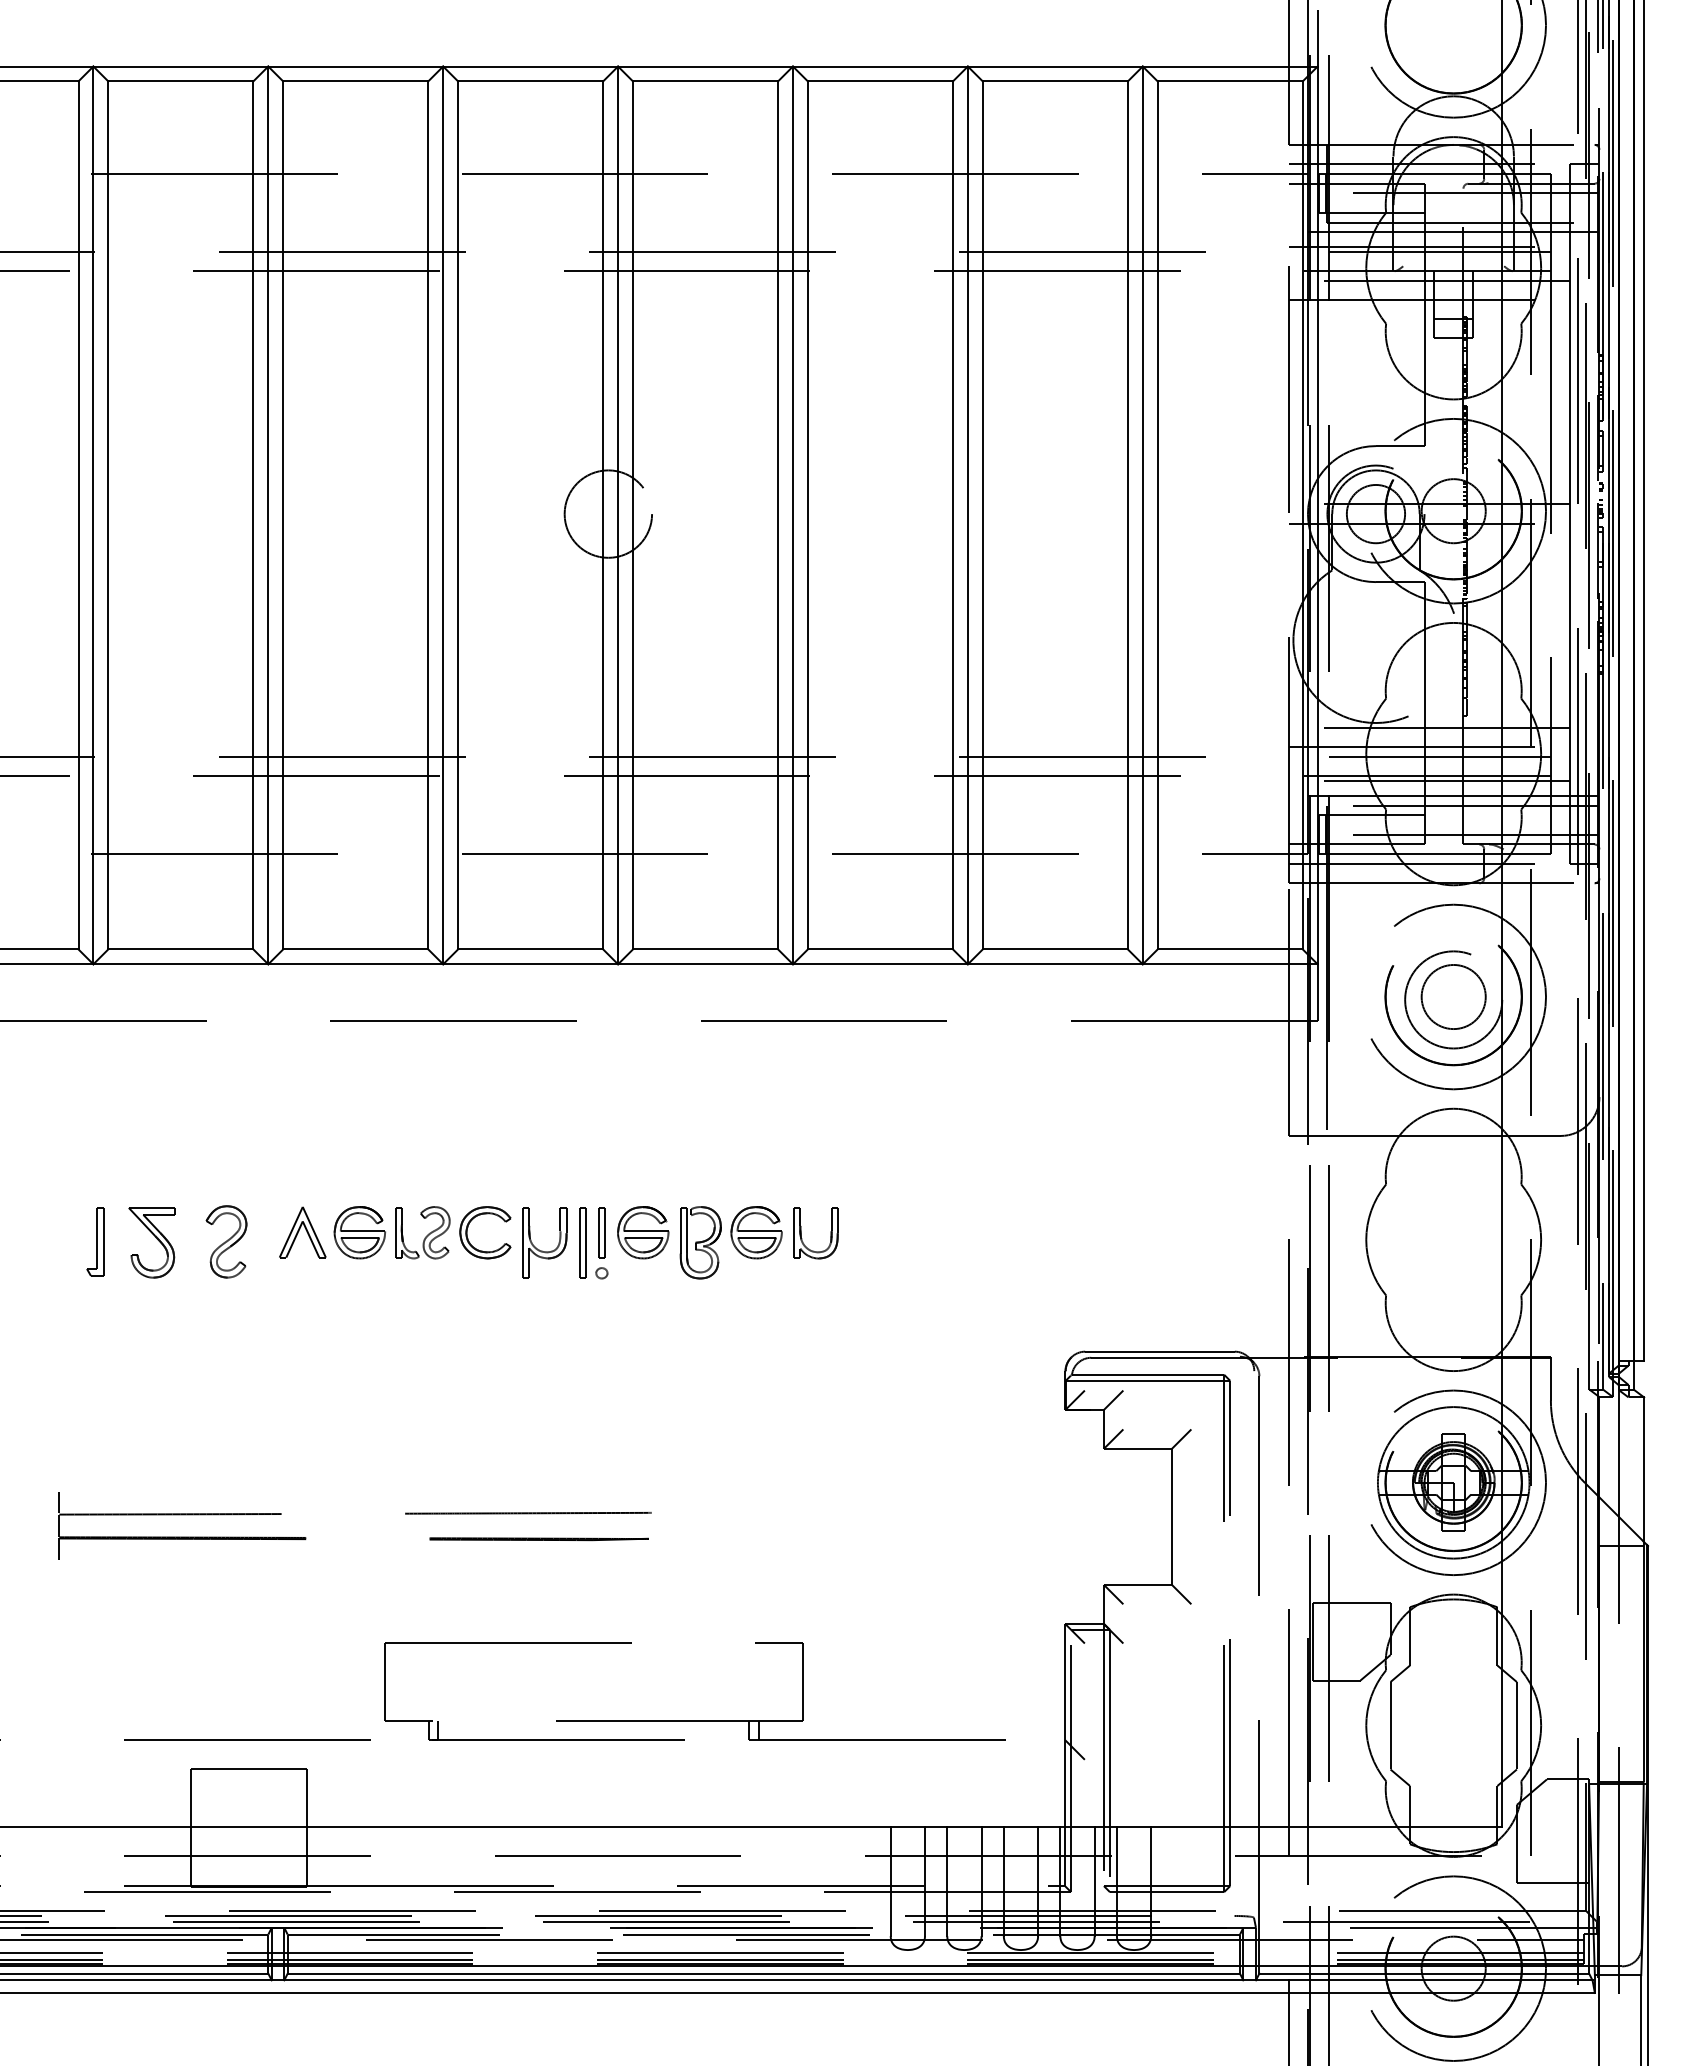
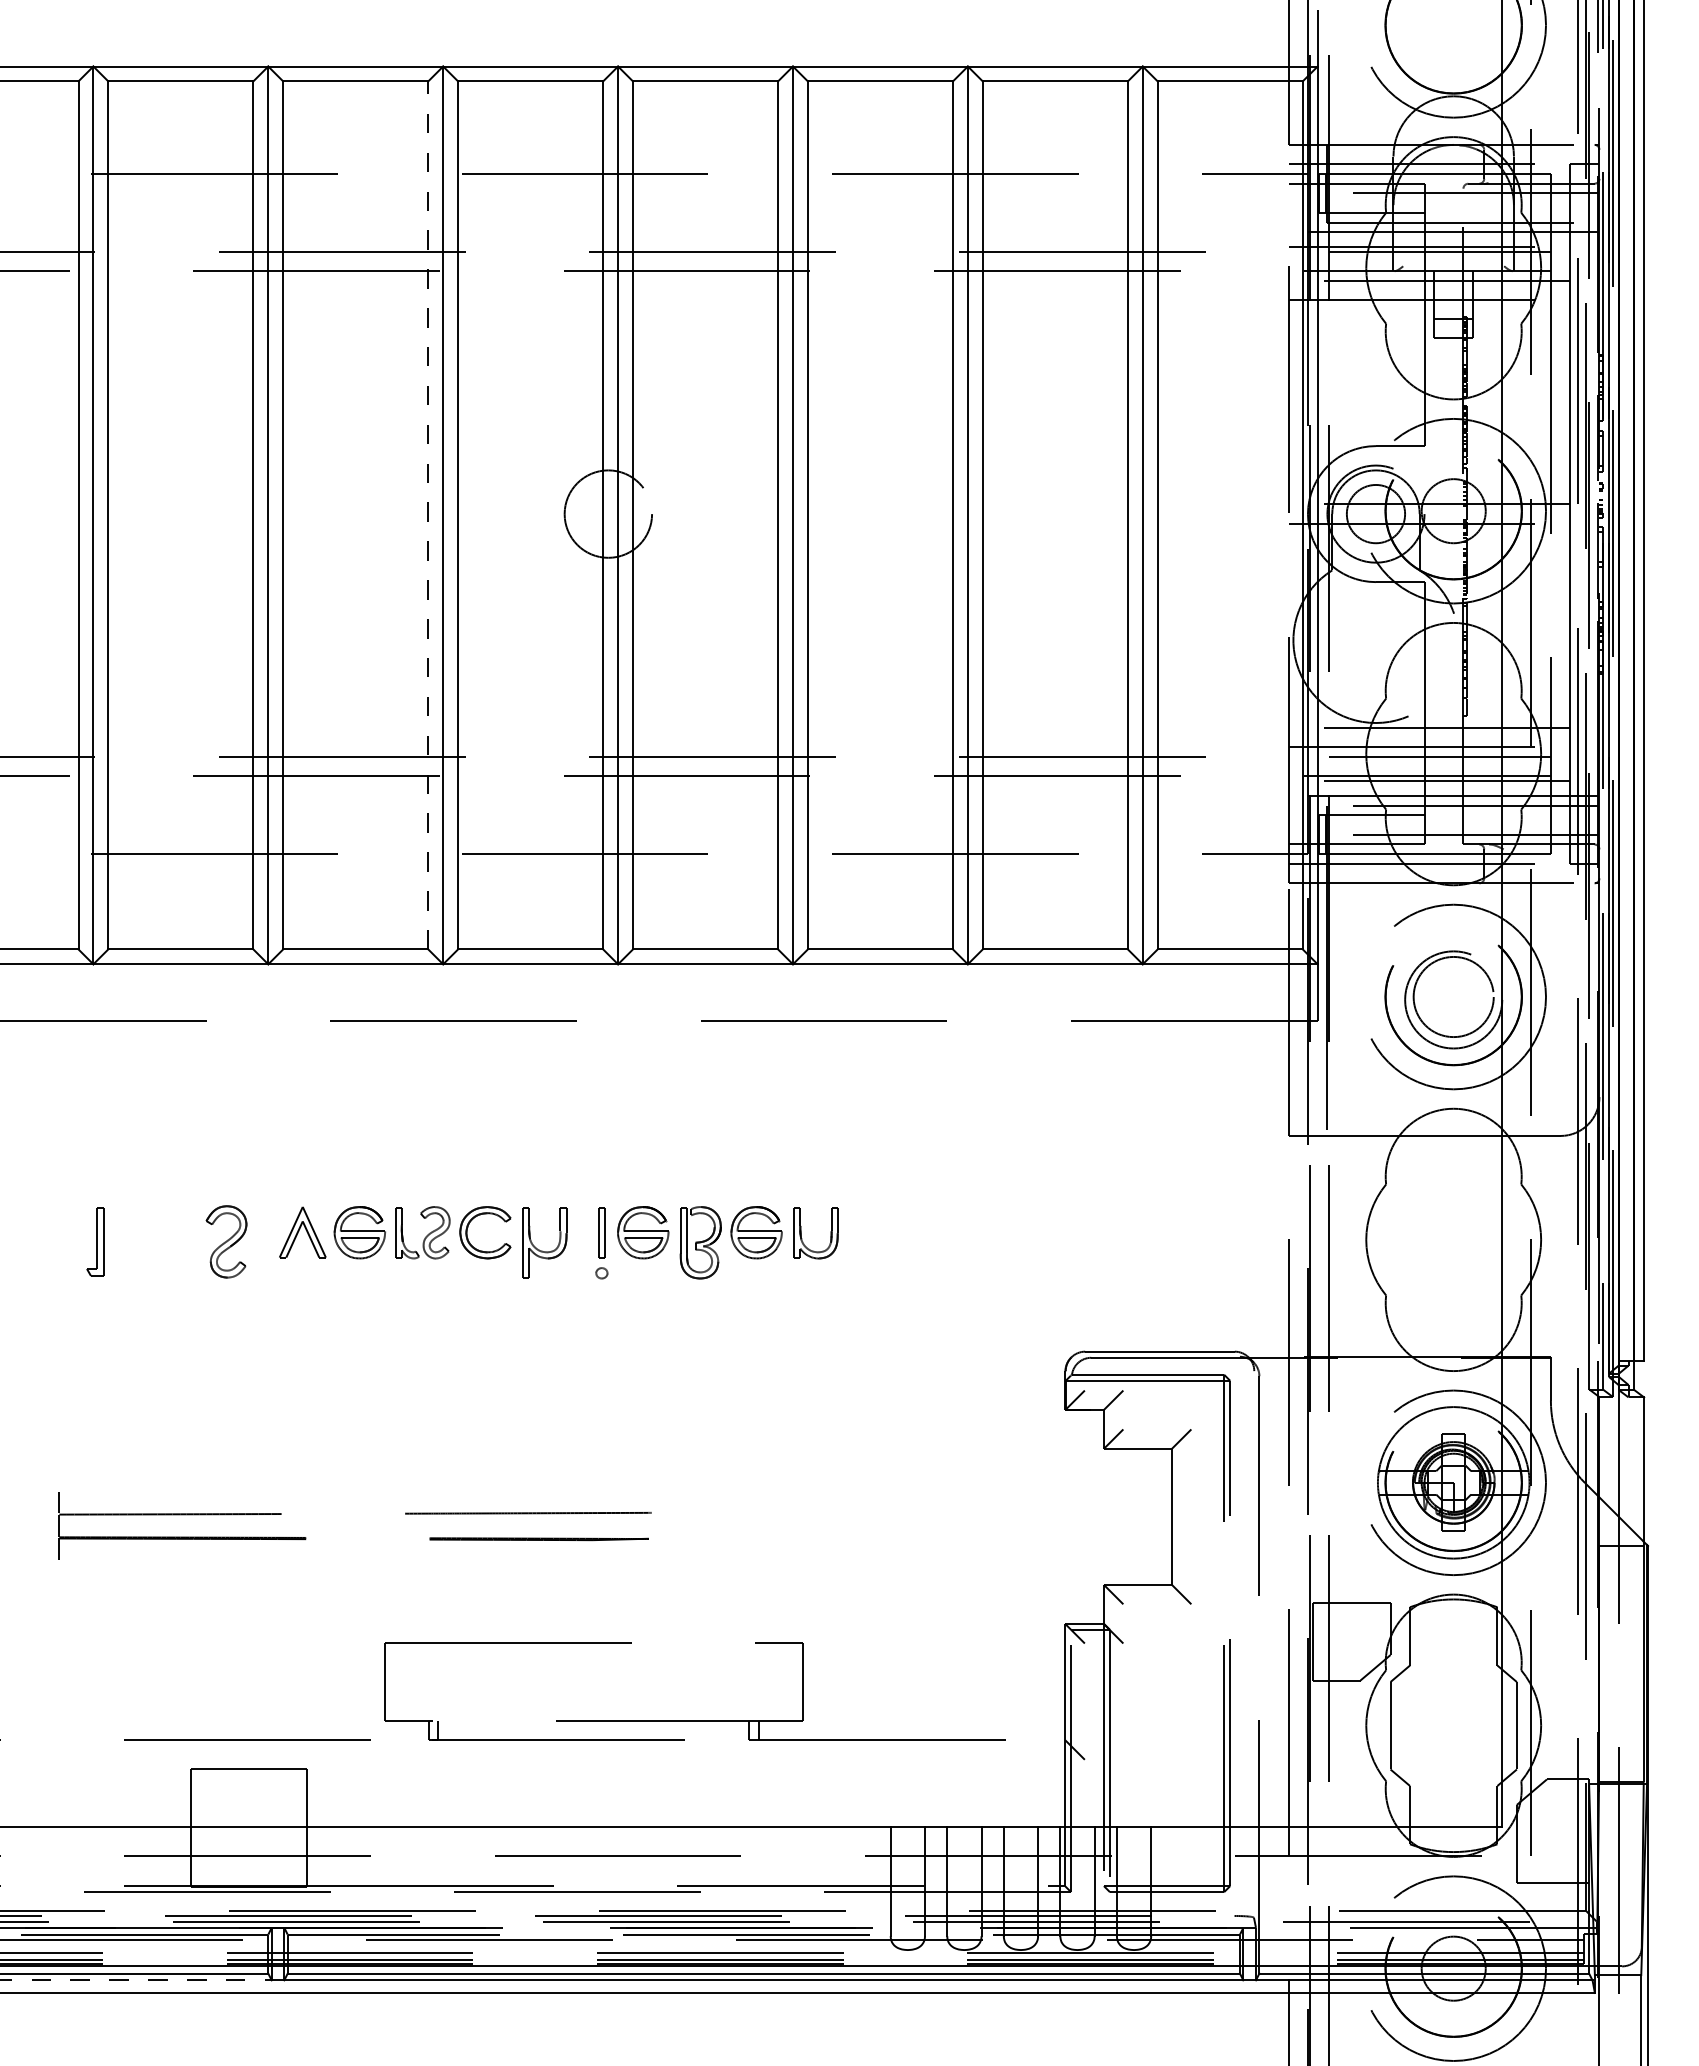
line at (428, 514): solid -> dashed
circle at (1453, 996) diameter: 64 px -> 80 px
part at (151, 1242): present -> none
part at (582, 1242): present -> none
line at (136, 1980): solid -> dashed
